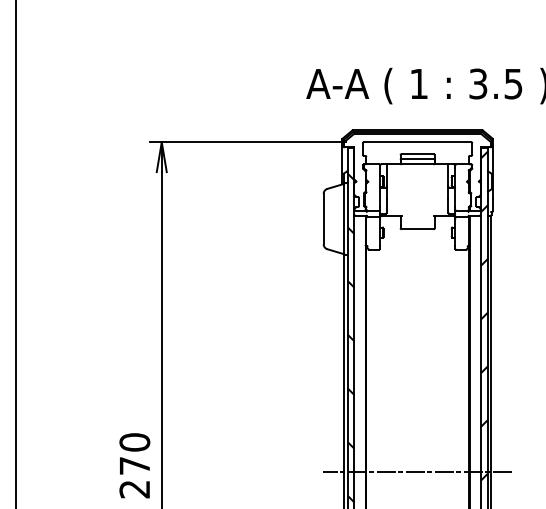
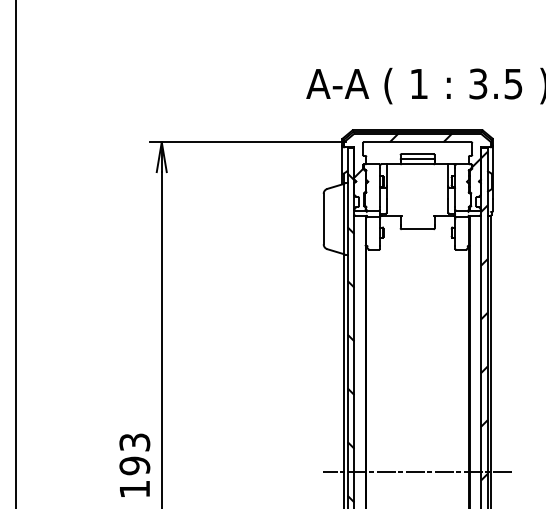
hatch at (417, 155): none -> present
text at (134, 465): 270 -> 193
